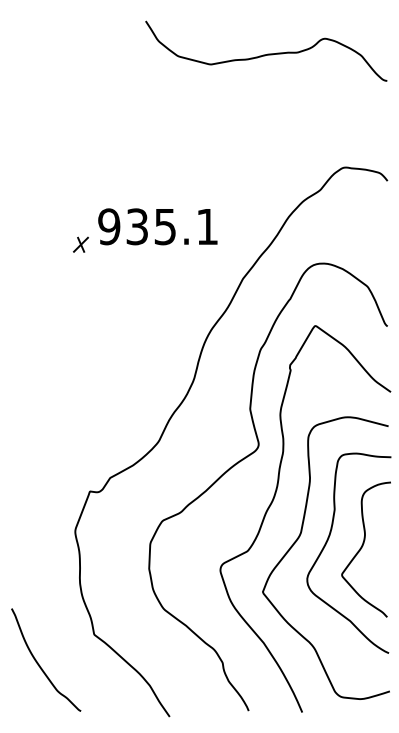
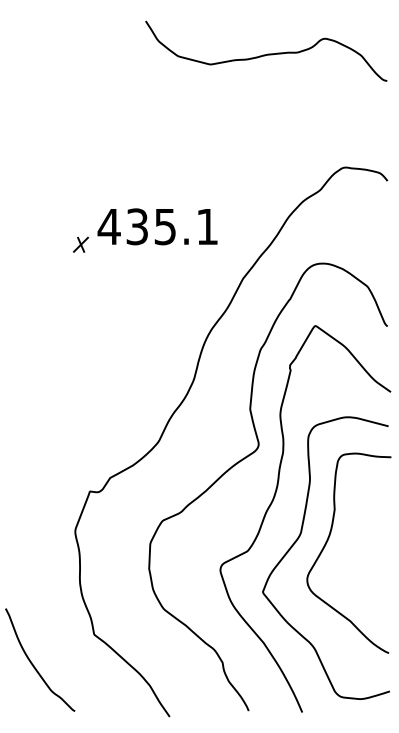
text at (108, 226): 935.1 -> 435.1
curve at (363, 546): present -> none
curve at (40, 665) position: (40, 665) -> (34, 665)
